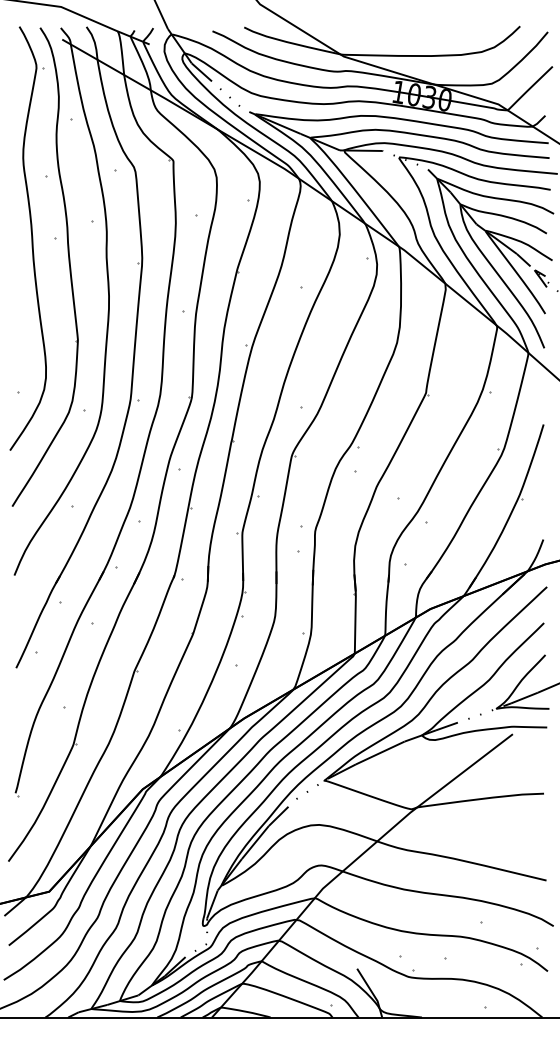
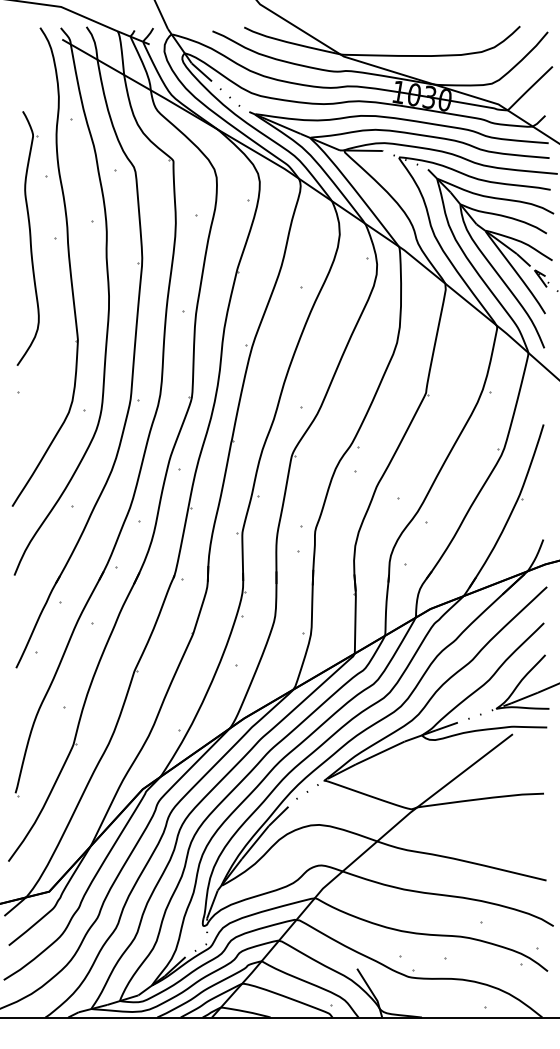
part at (27, 238) size: 38x425 px -> 24x255 px
